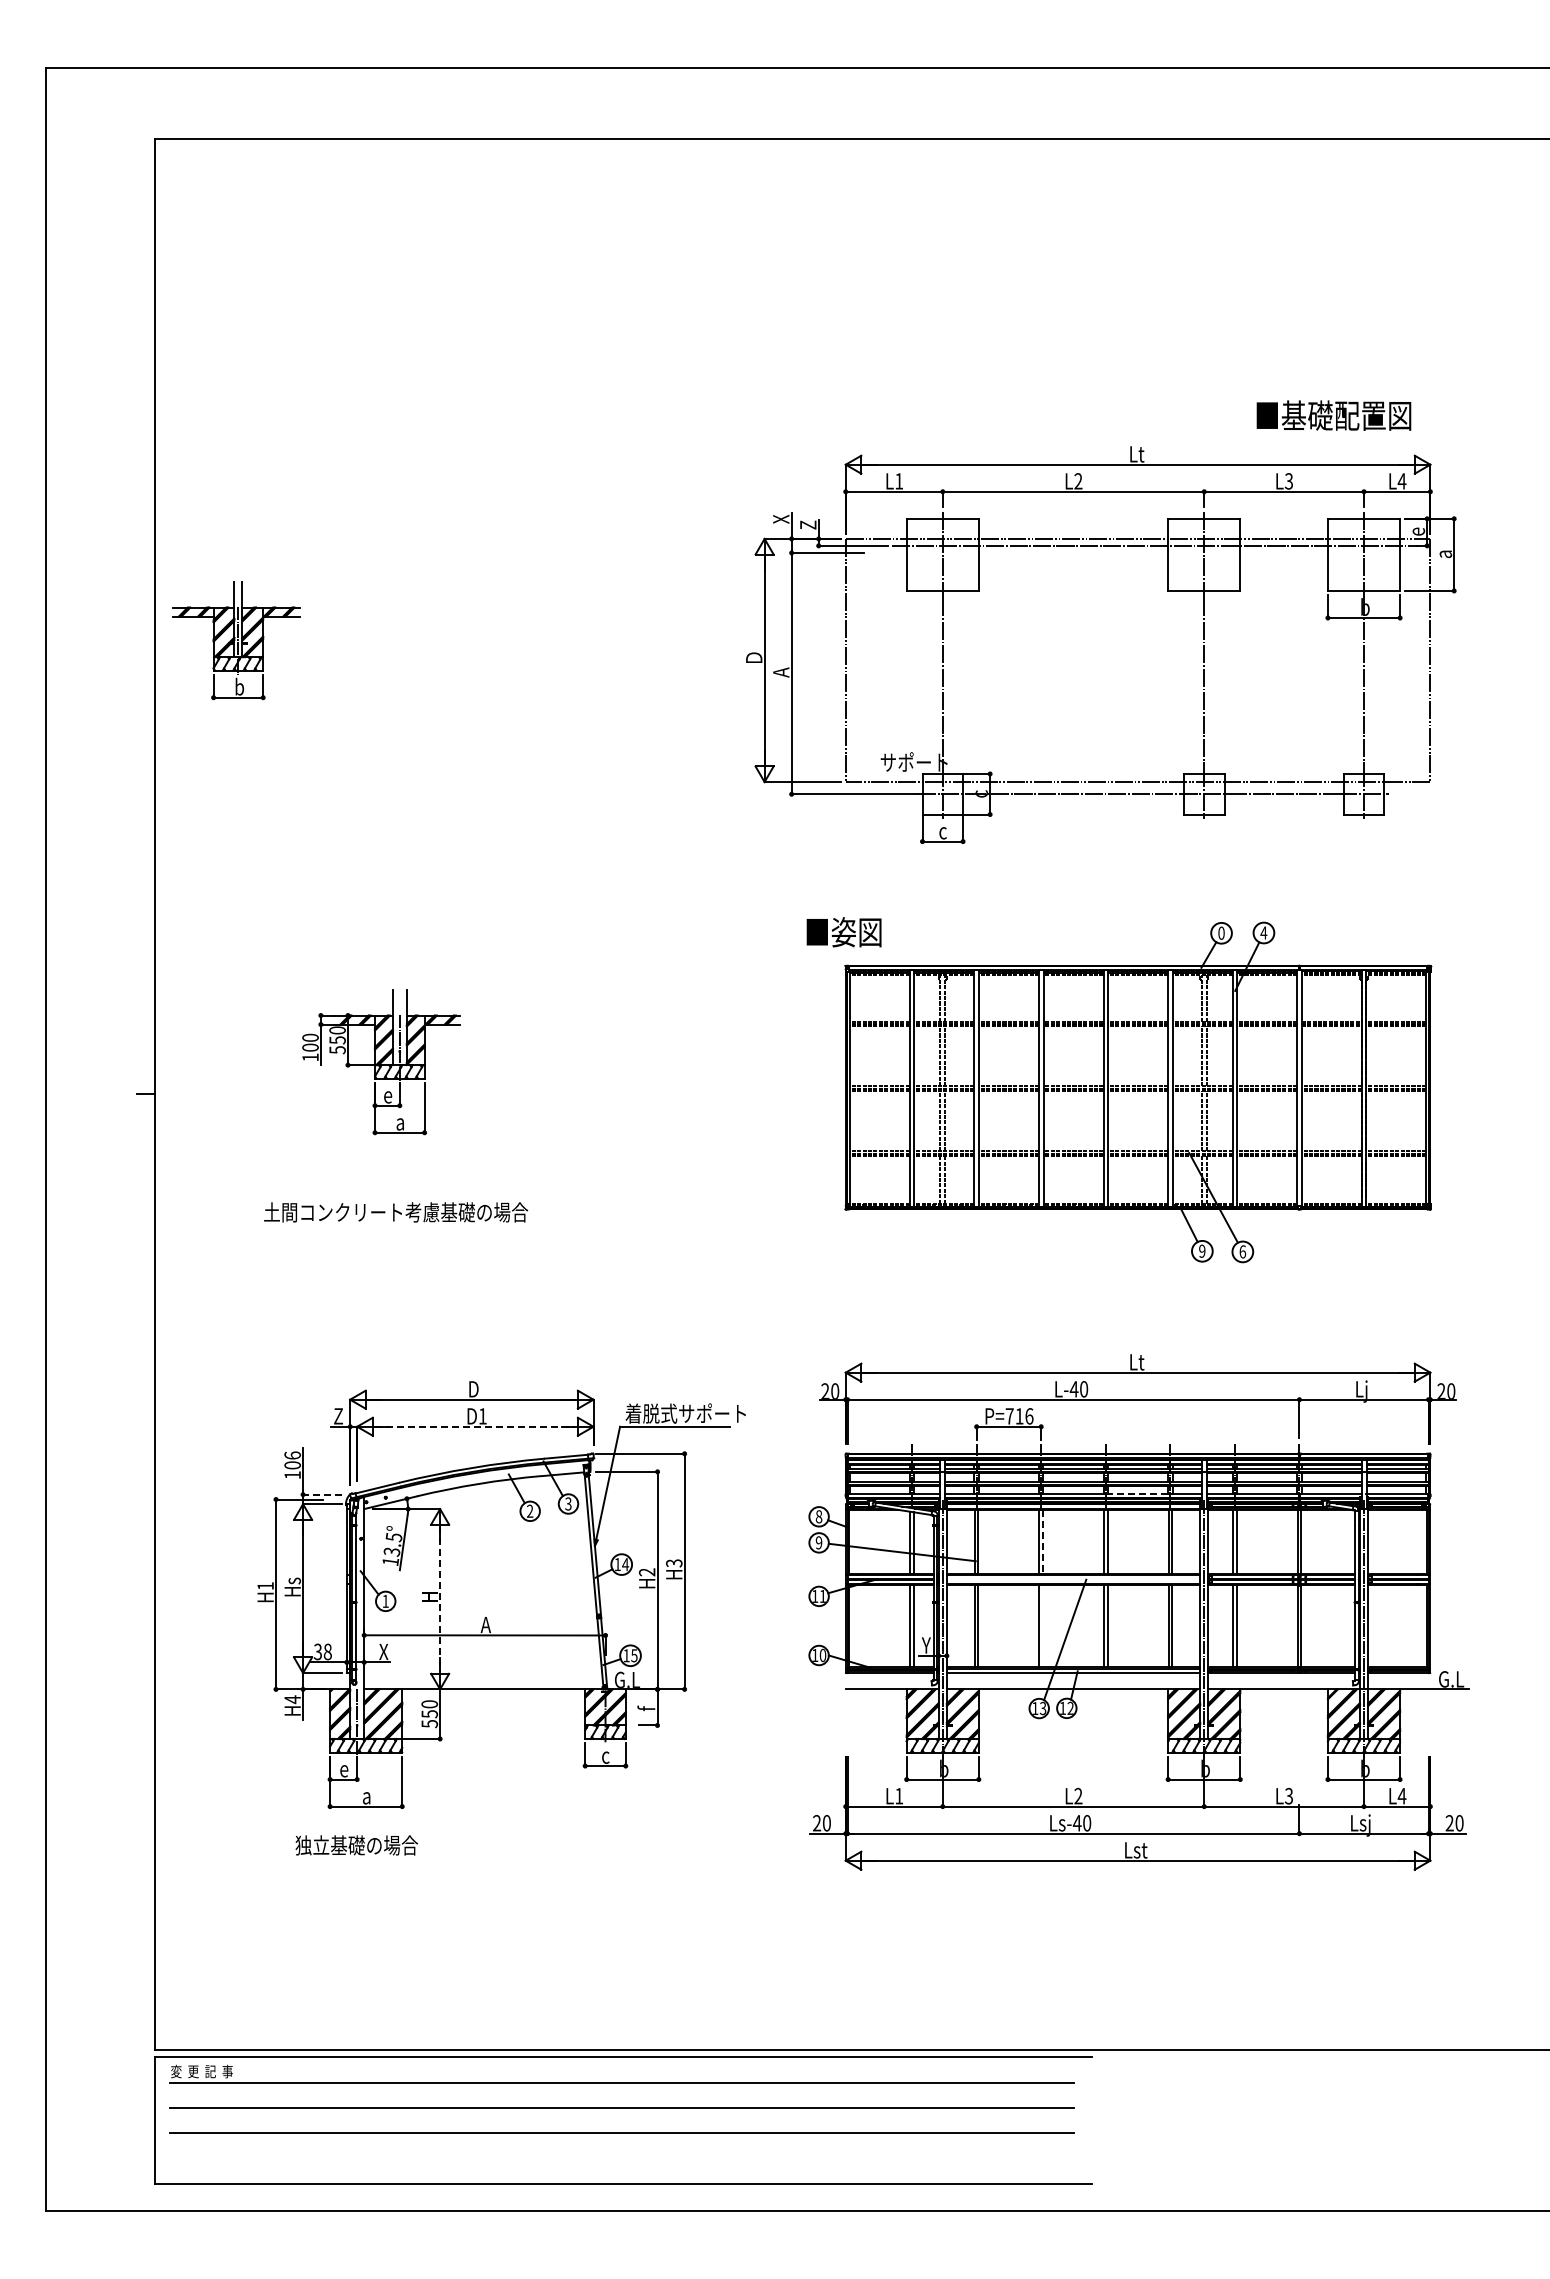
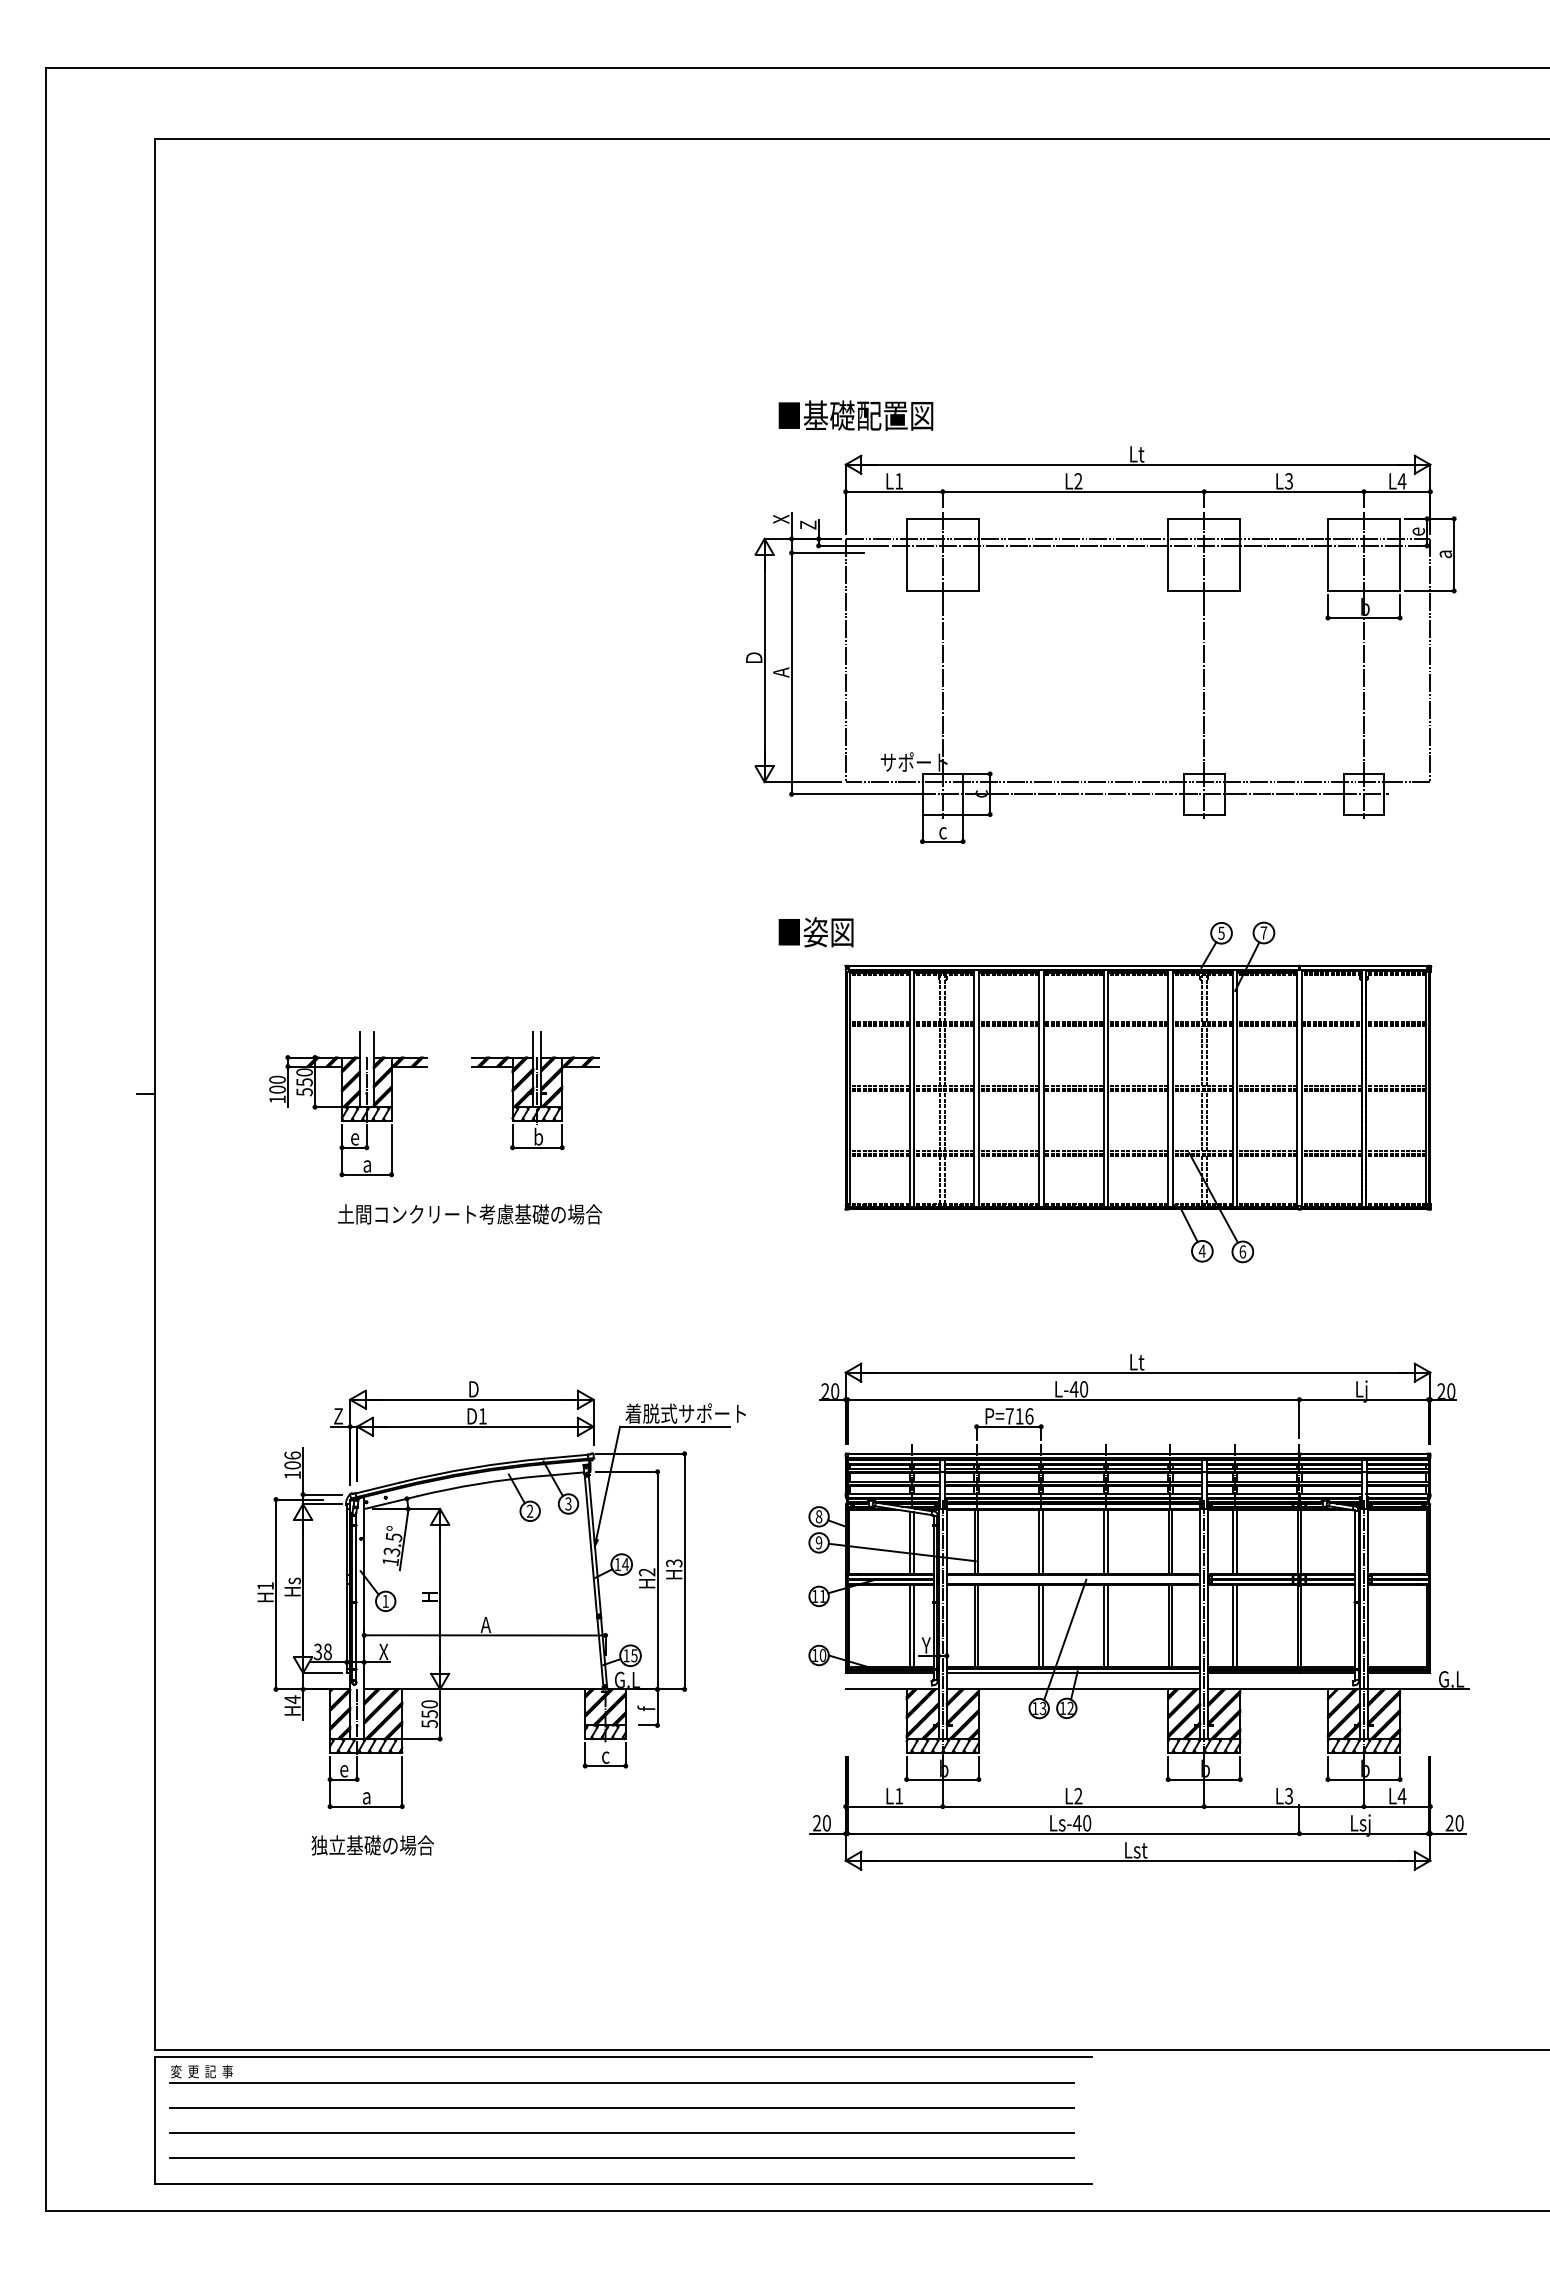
text at (1333, 415) position: (1333, 415) -> (855, 415)
part at (236, 640) position: (236, 640) -> (535, 1090)
text at (843, 932) position: (843, 932) -> (815, 932)
text at (1221, 932): 0 -> 5
text at (1263, 932): 4 -> 7
part at (381, 1062) position: (381, 1062) -> (348, 1104)
text at (396, 1212) position: (396, 1212) -> (470, 1214)
text at (1201, 1250): 9 -> 4
line at (475, 1426): dashed -> solid
line at (1137, 1493): dashed -> solid
line at (322, 1494): dashed -> solid
line at (1043, 1541): dashed -> solid
line at (440, 1599): dashed -> solid
line at (1043, 1626): none -> present
text at (356, 1845) position: (356, 1845) -> (372, 1845)
line at (622, 2158): none -> present
